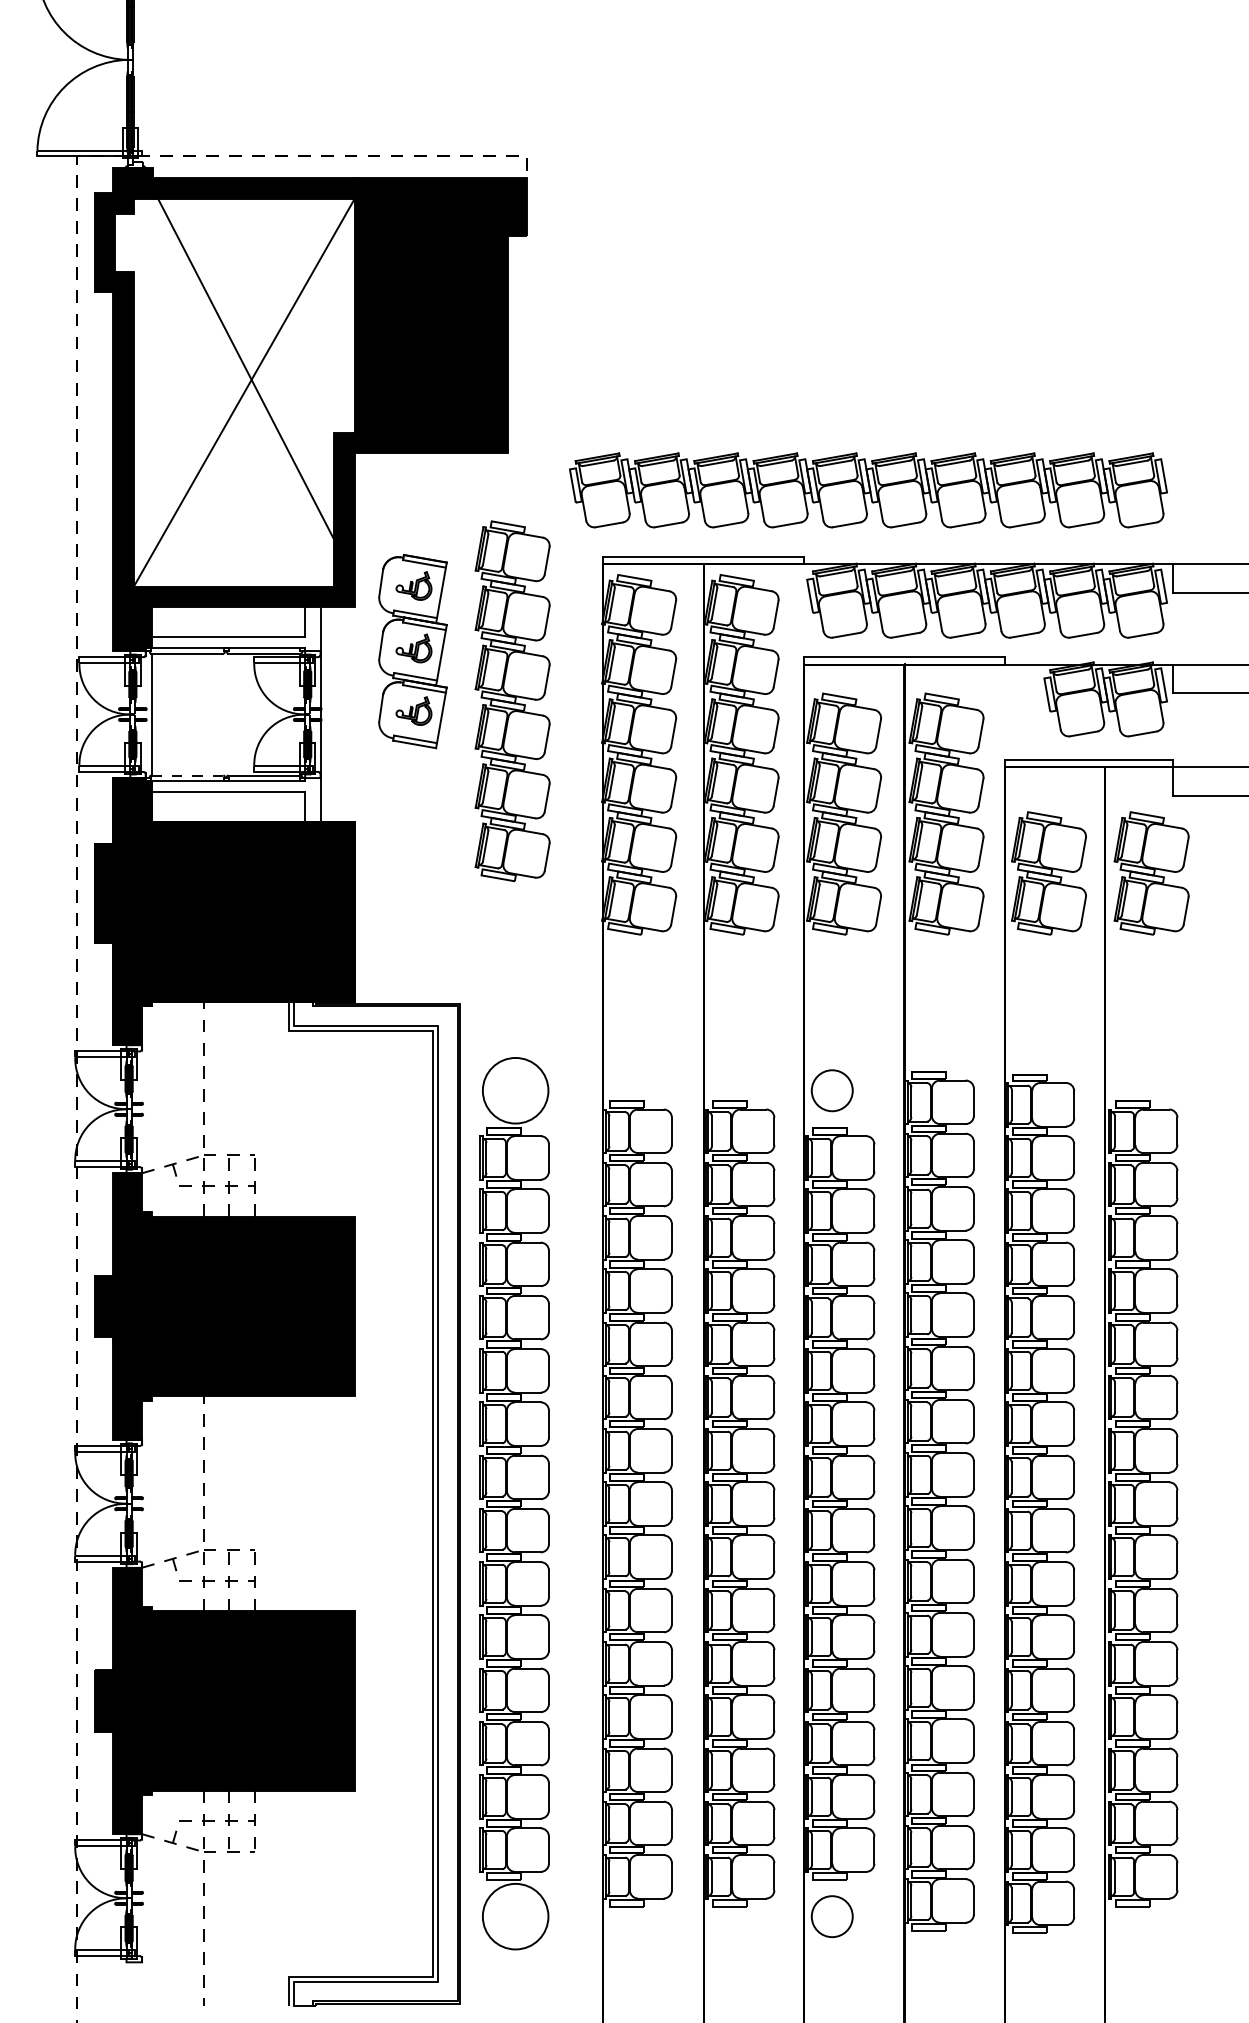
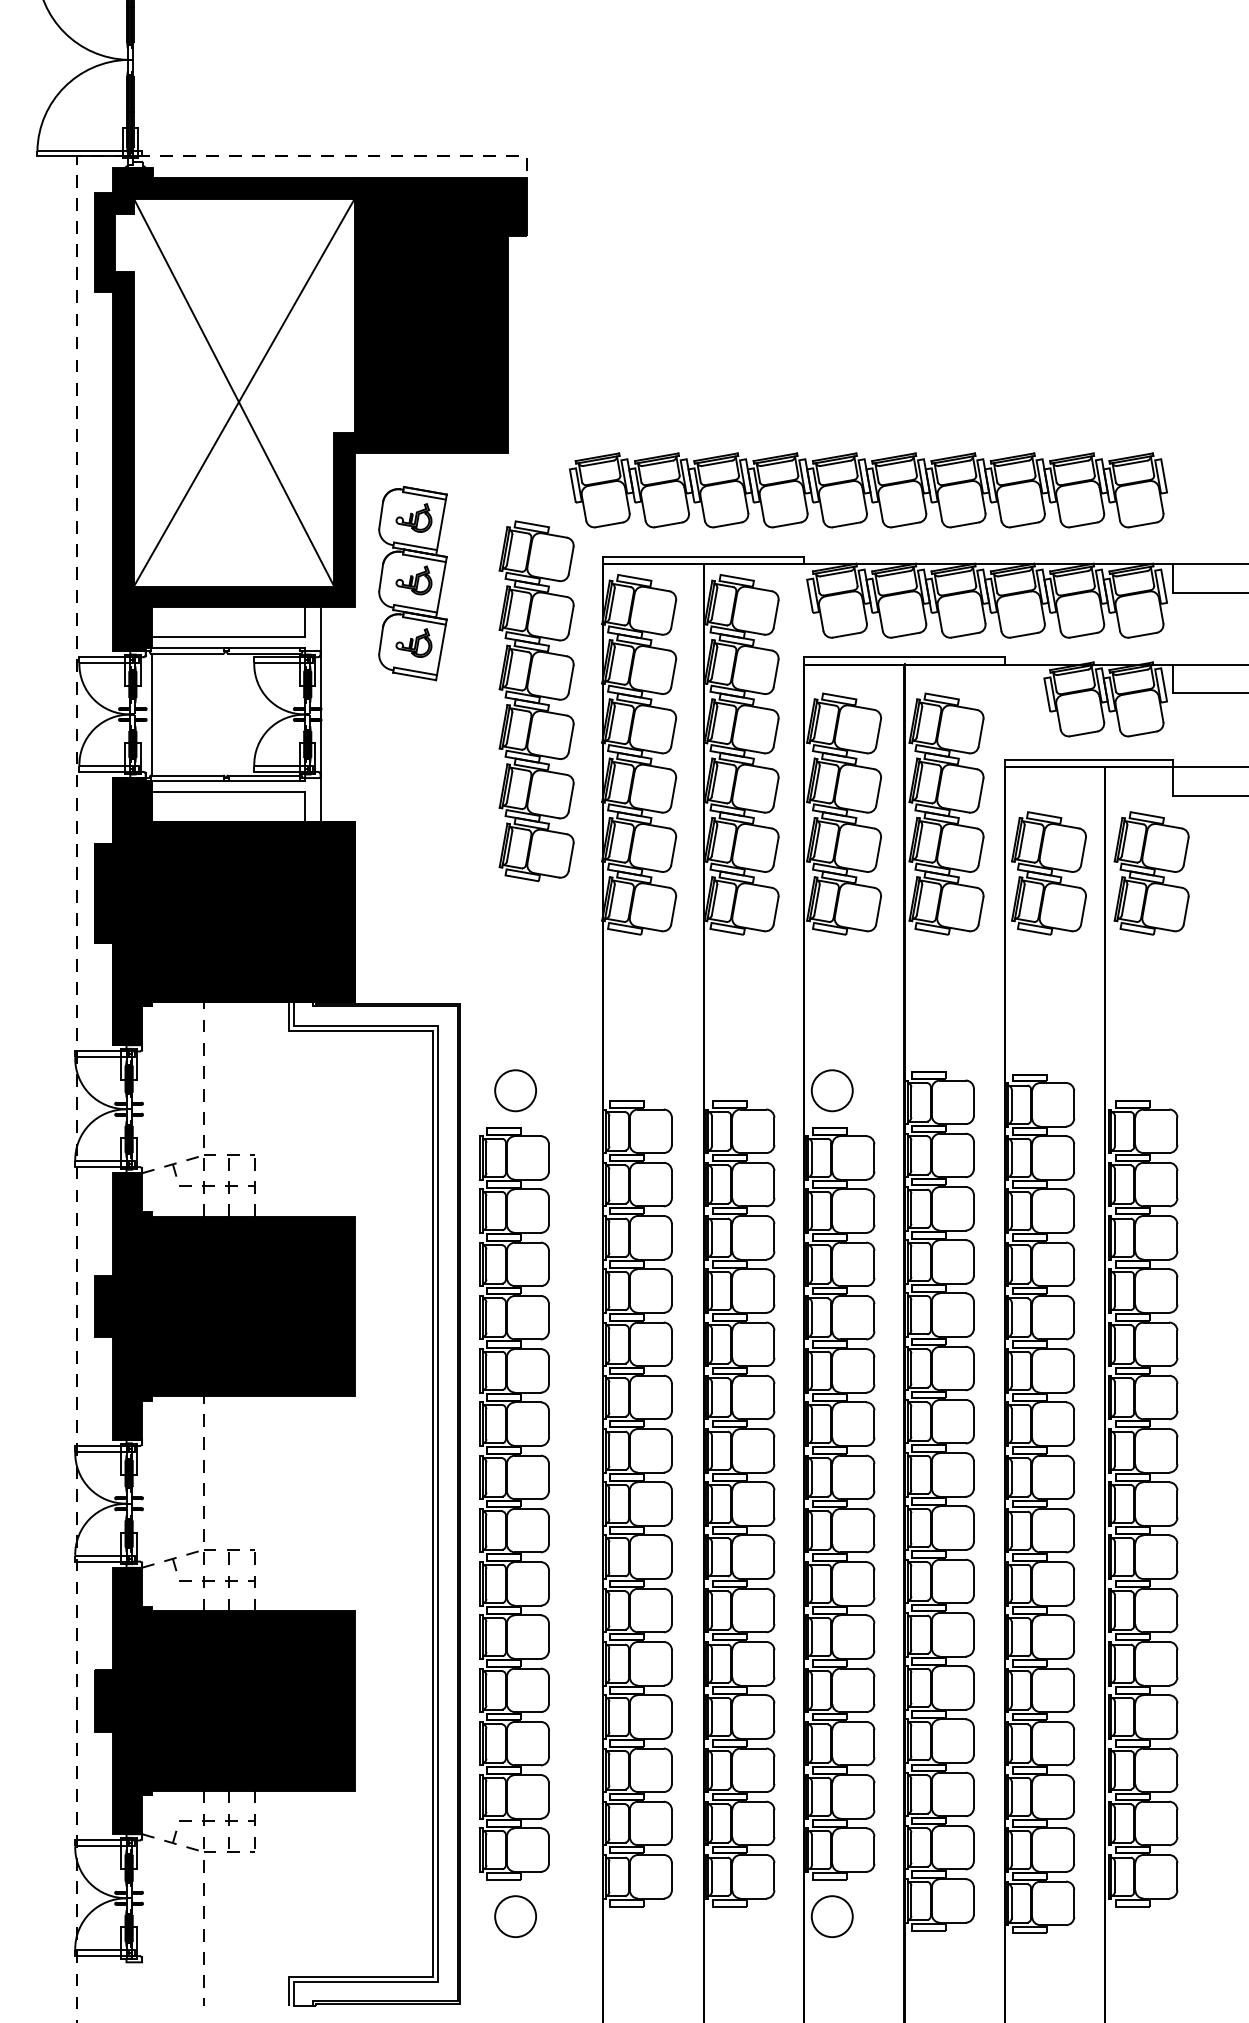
line at (252, 382) position: (252, 382) -> (233, 392)
part at (412, 651) position: (412, 651) -> (412, 583)
part at (512, 701) position: (512, 701) -> (536, 701)
line at (187, 775): dashed -> solid
circle at (515, 1090) diameter: 66 px -> 41 px
circle at (515, 1916) diameter: 66 px -> 41 px
